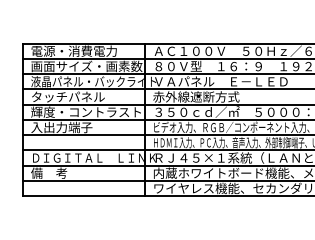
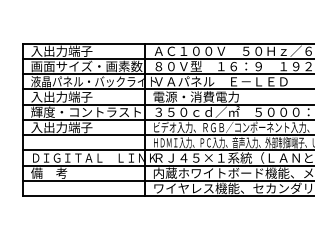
text at (73, 50): 電源・消費電力 -> 入出力端子
text at (67, 96): タッチパネル -> 入出力端子
text at (196, 96): 赤外線遮断方式 -> 電源・消費電力
